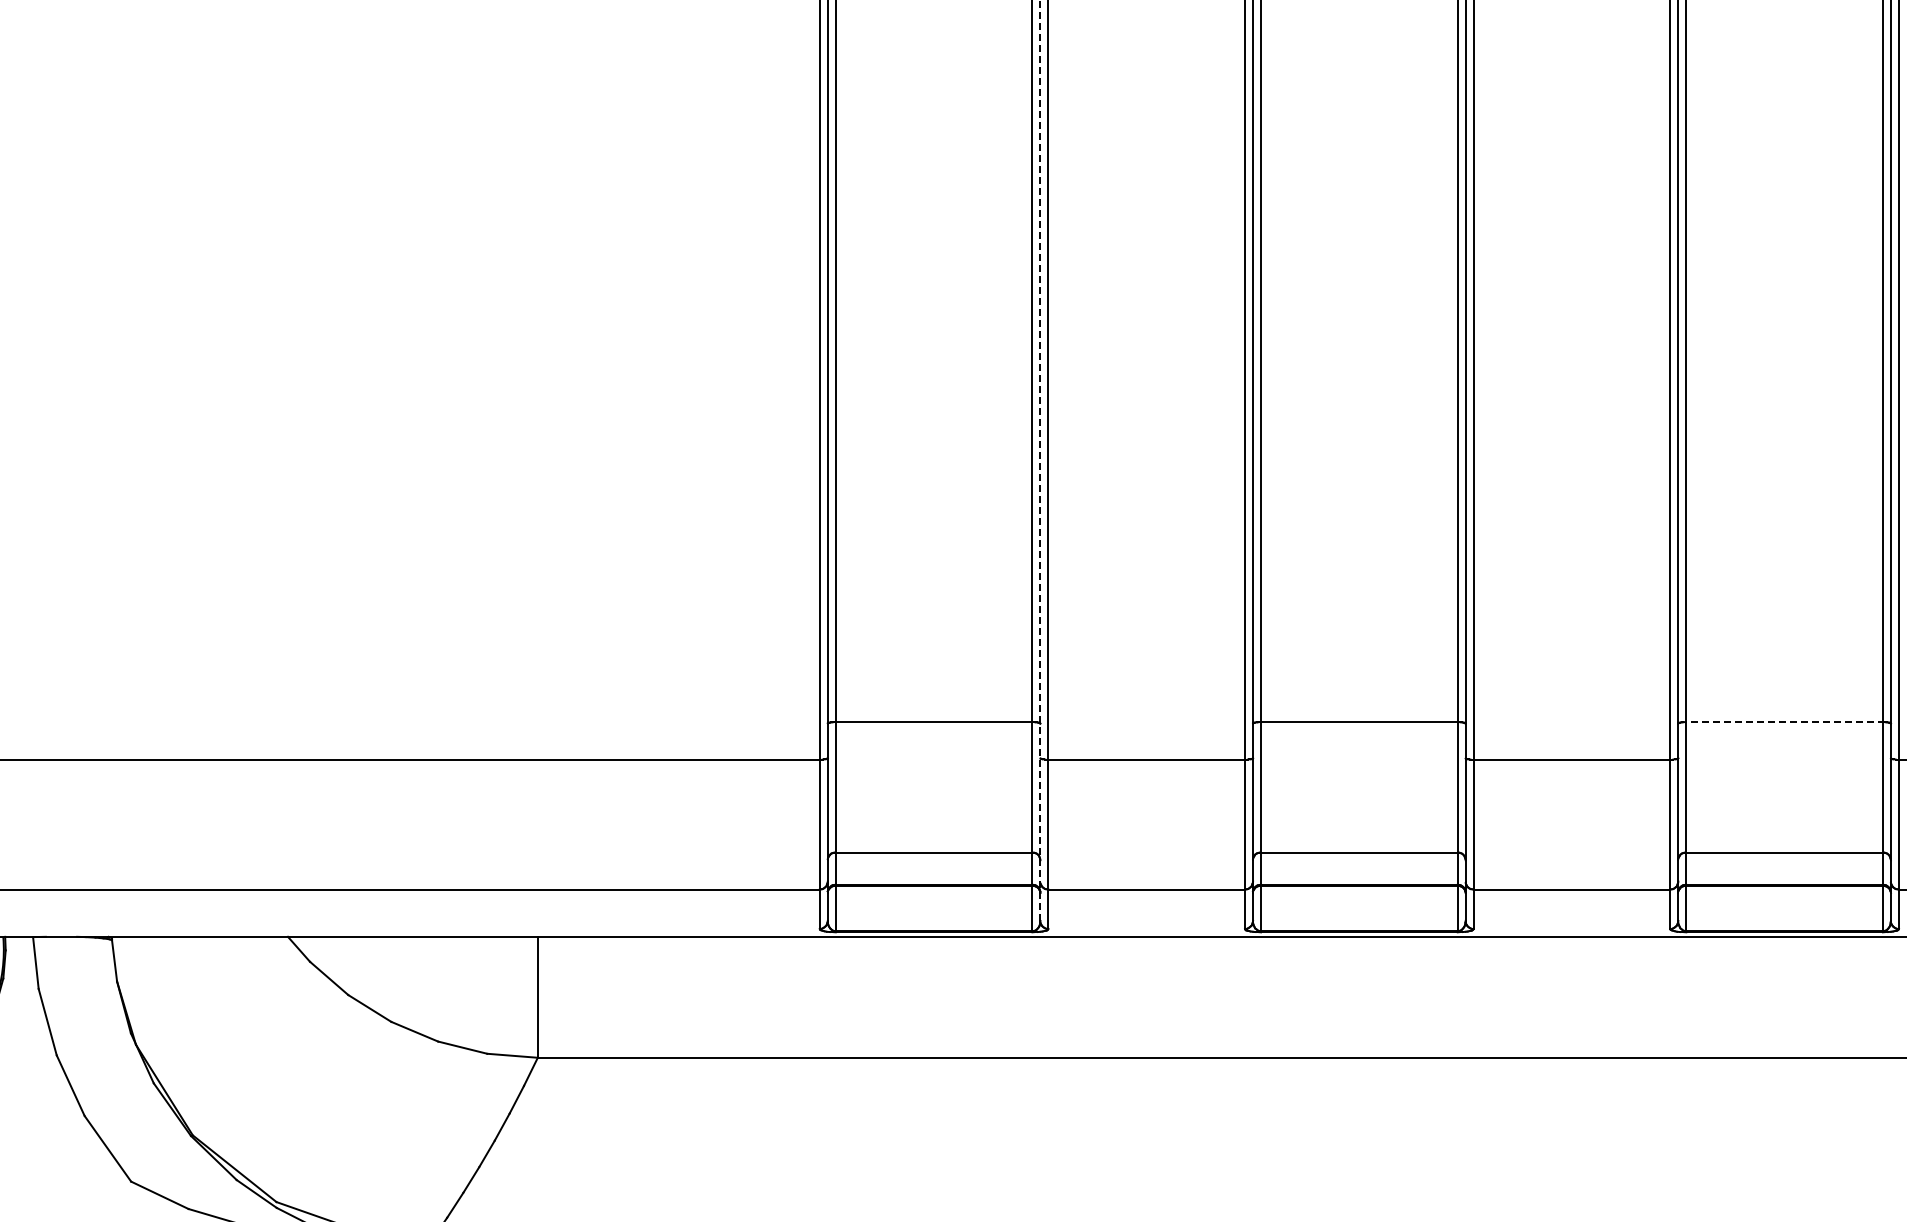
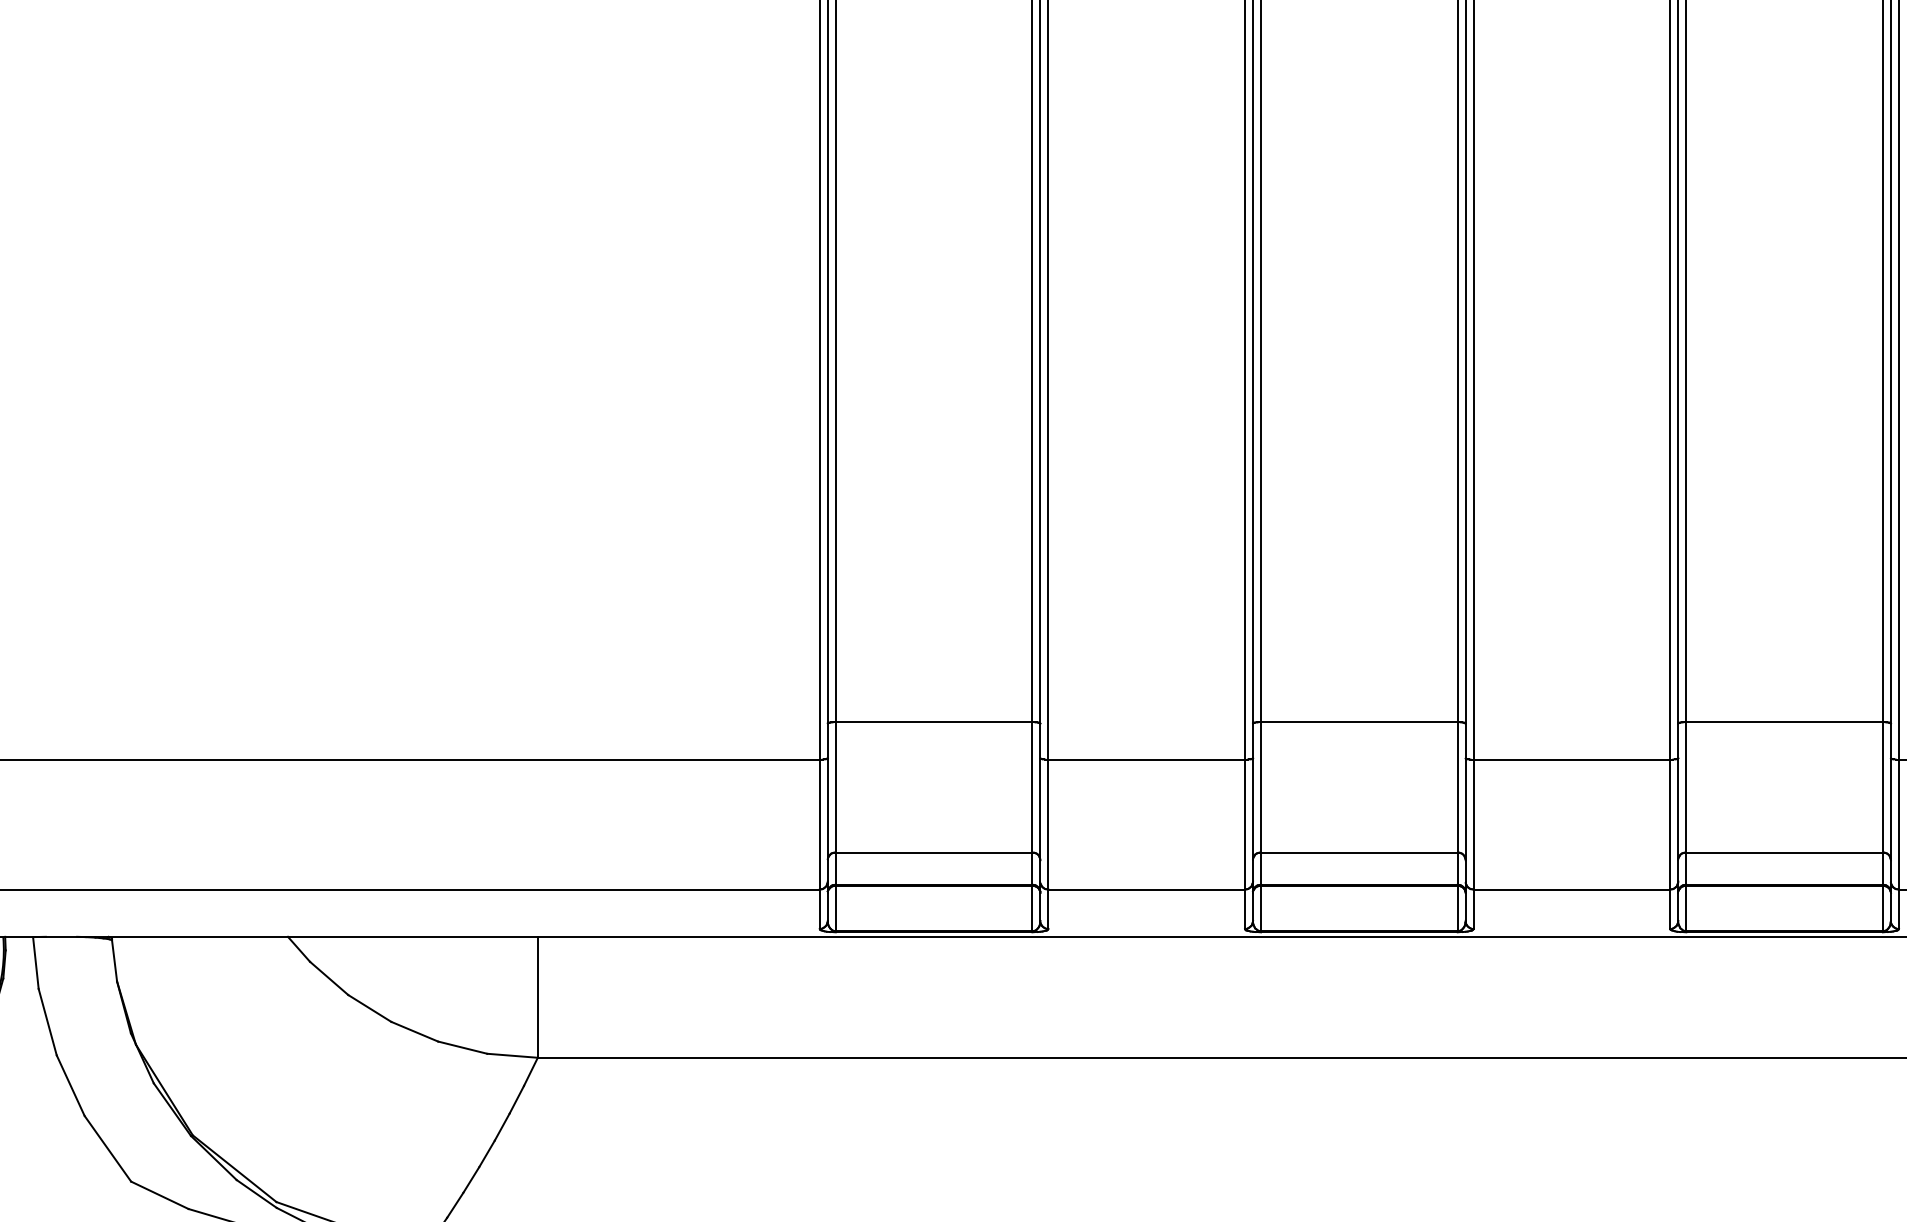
line at (1040, 459): dashed -> solid
line at (1784, 722): dashed -> solid
